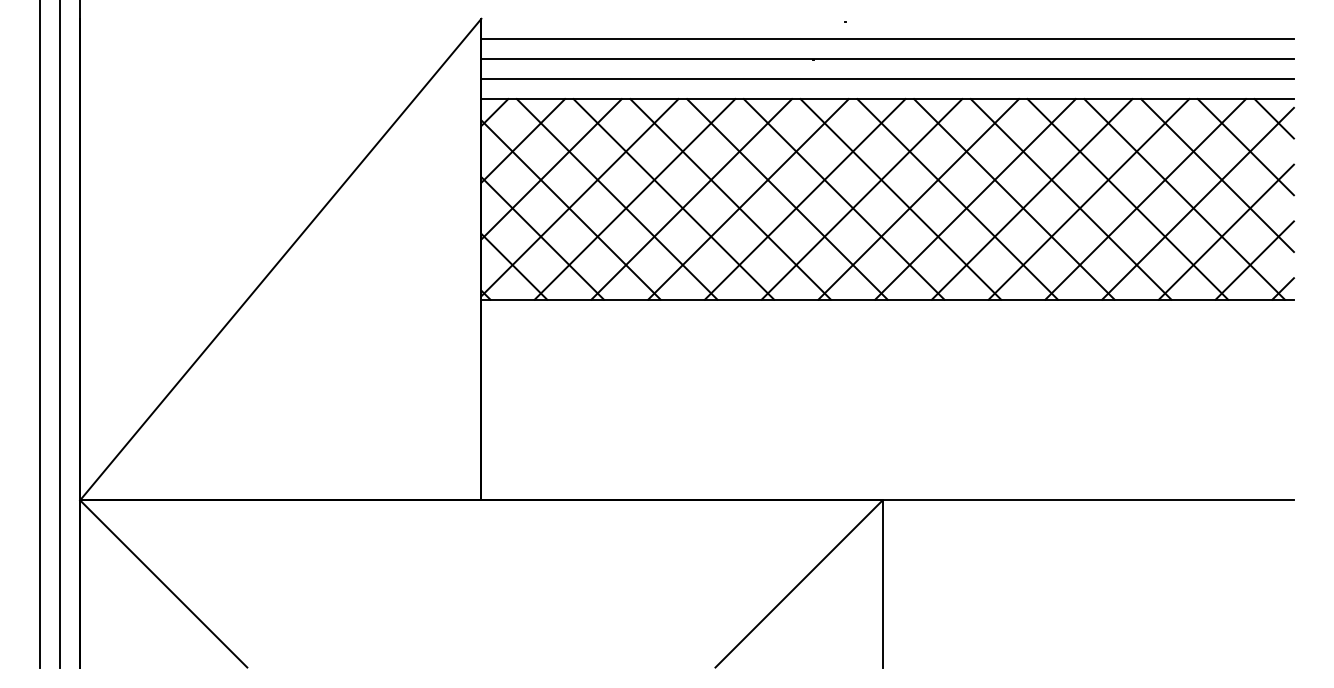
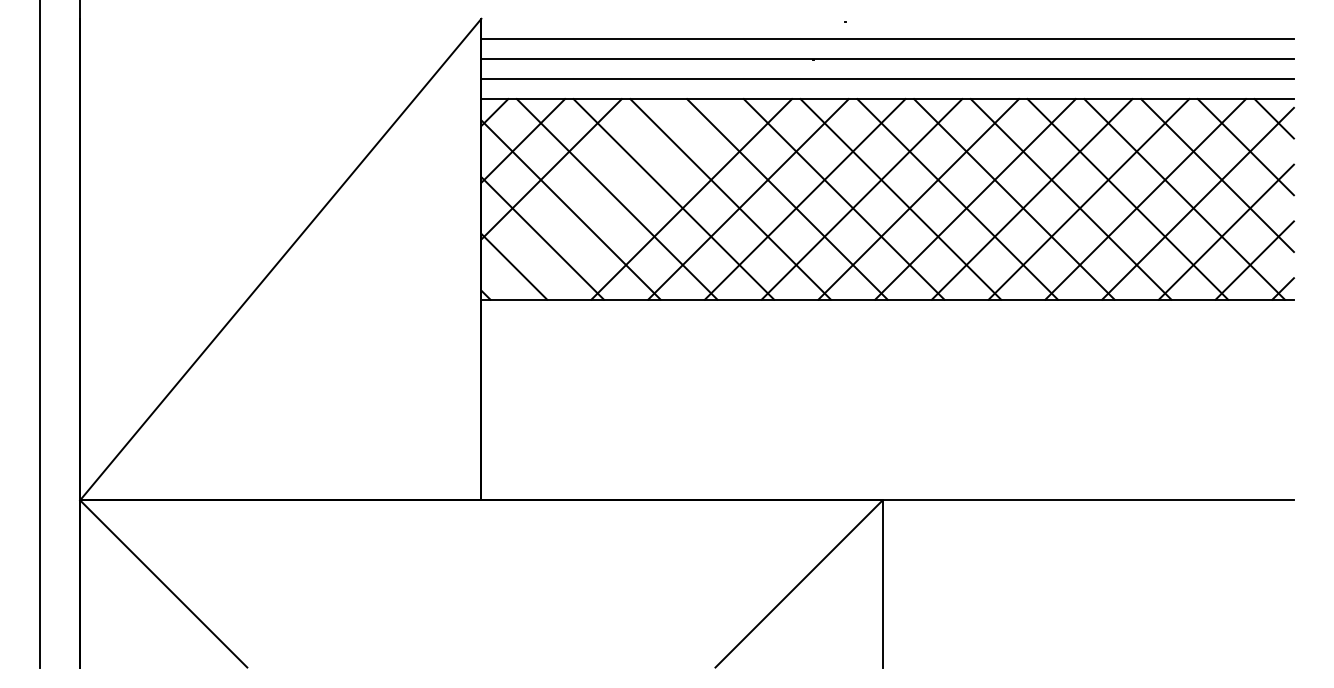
line at (579, 197): present -> none
line at (634, 199): present -> none
line at (60, 334): present -> none
